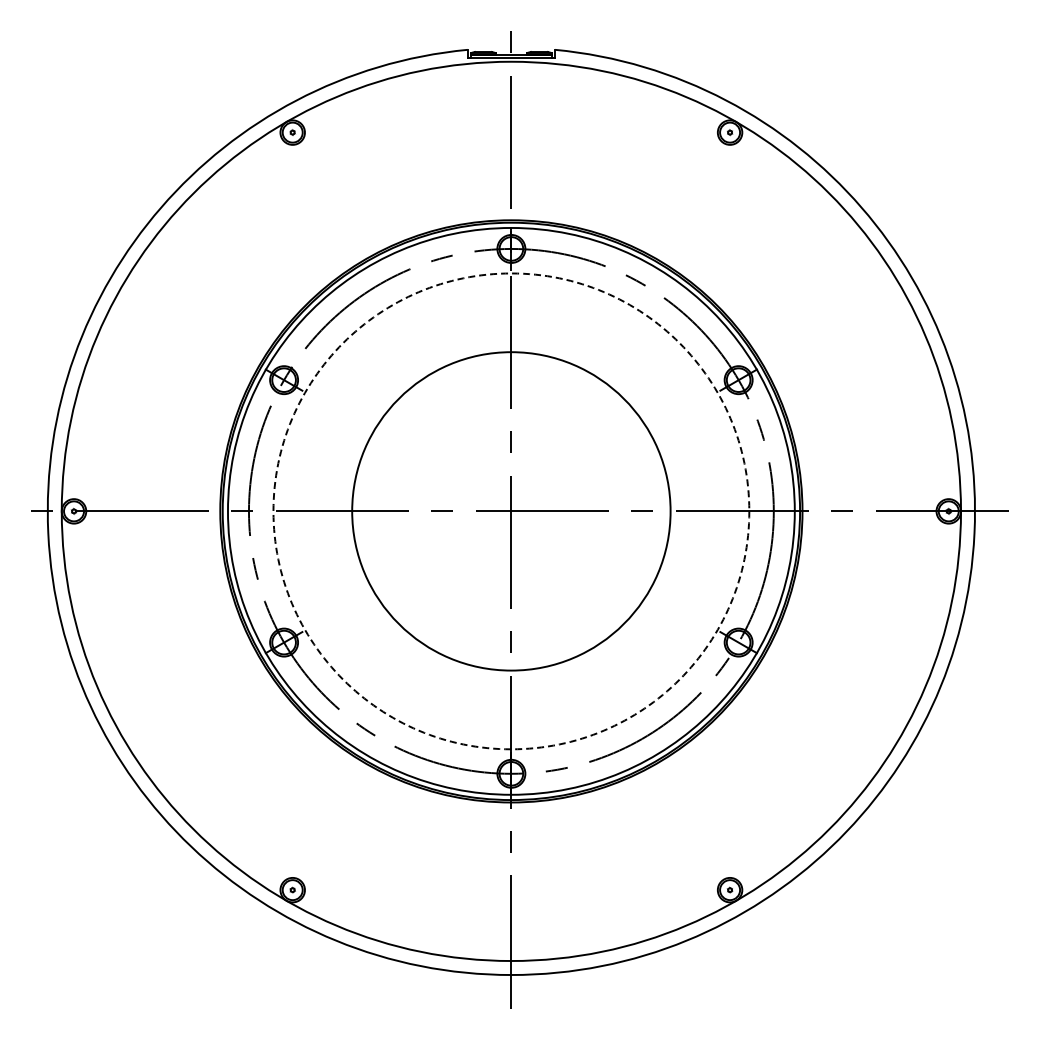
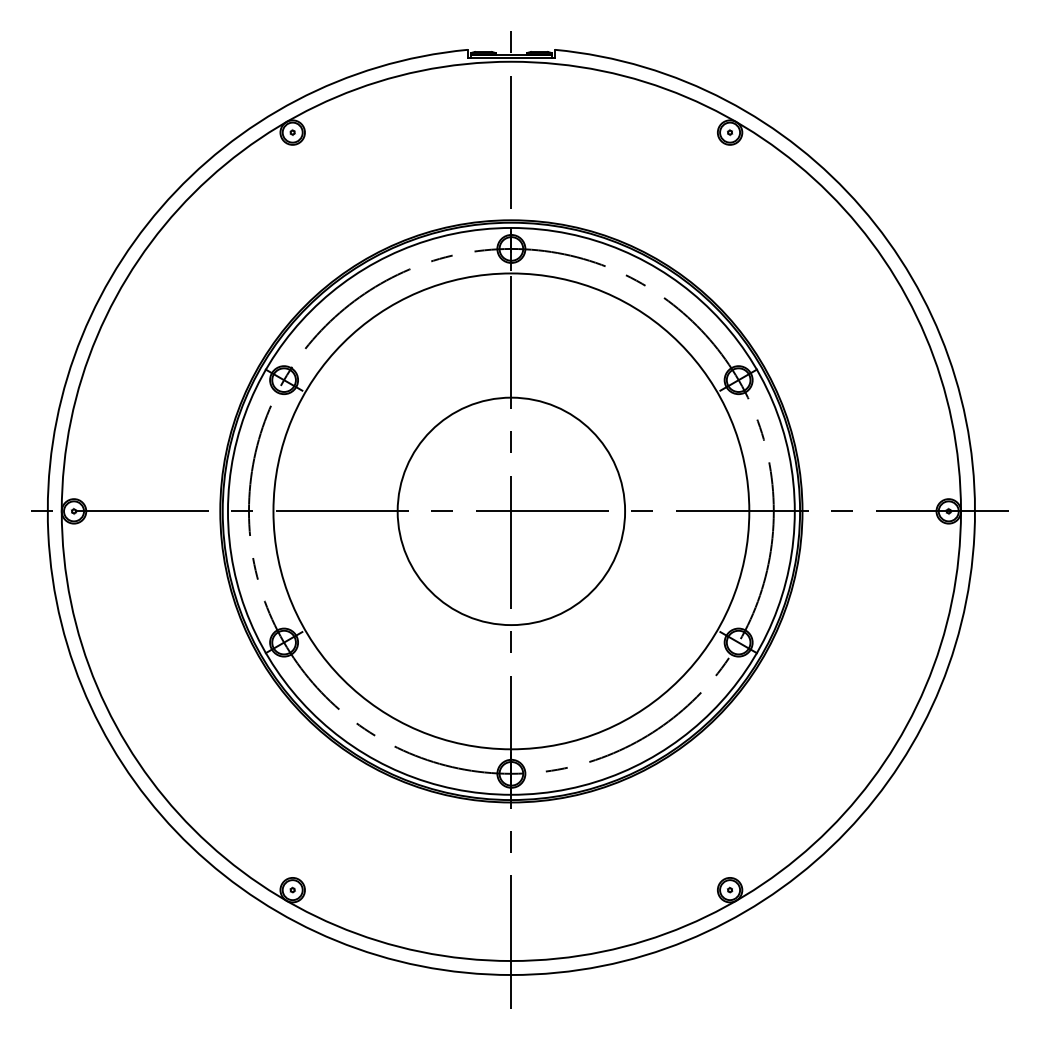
circle at (511, 511) diameter: 318 px -> 227 px
circle at (511, 511): dashed -> solid
